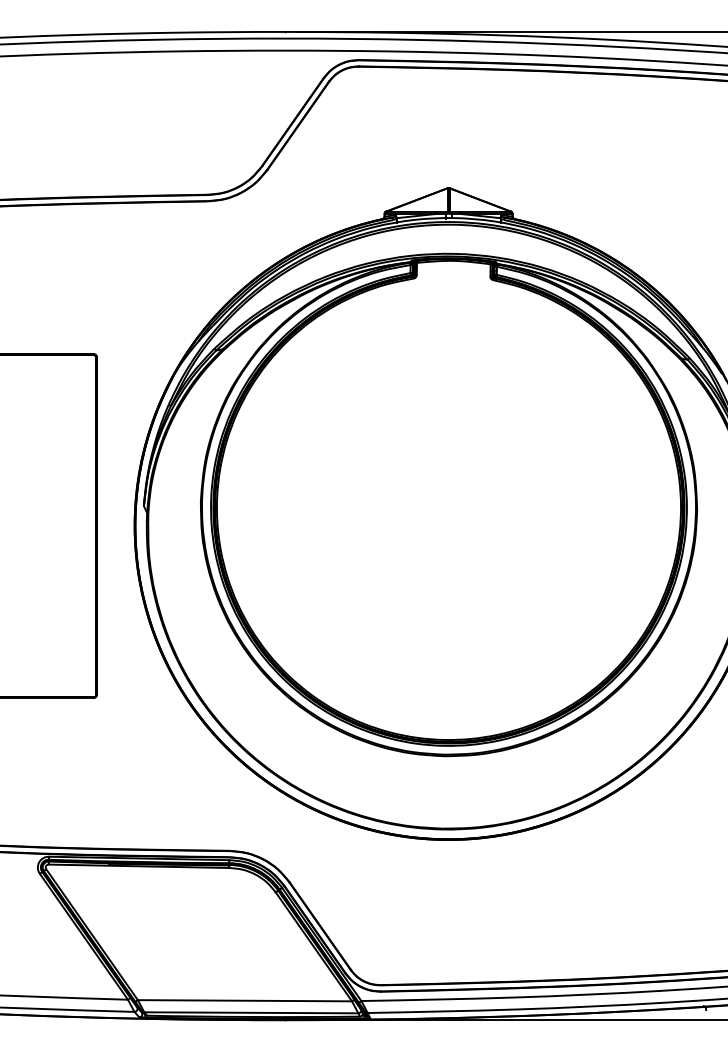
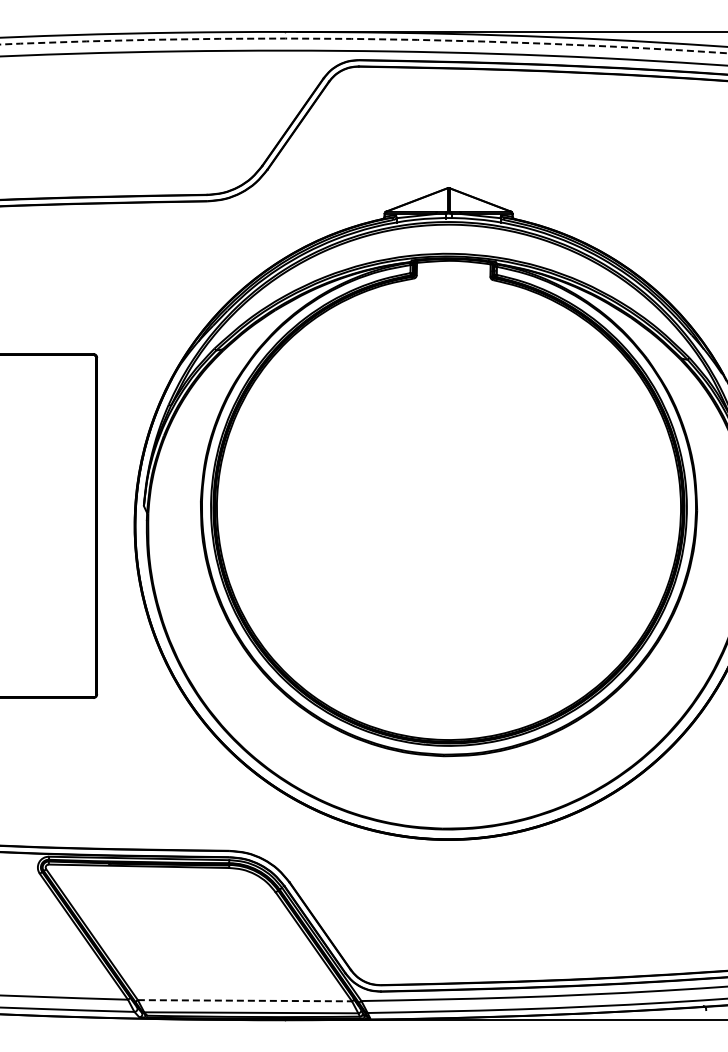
arc at (363, 39): solid -> dashed
line at (245, 1000): solid -> dashed
